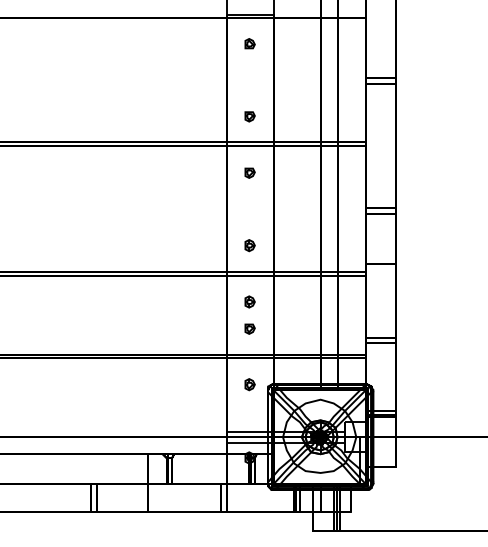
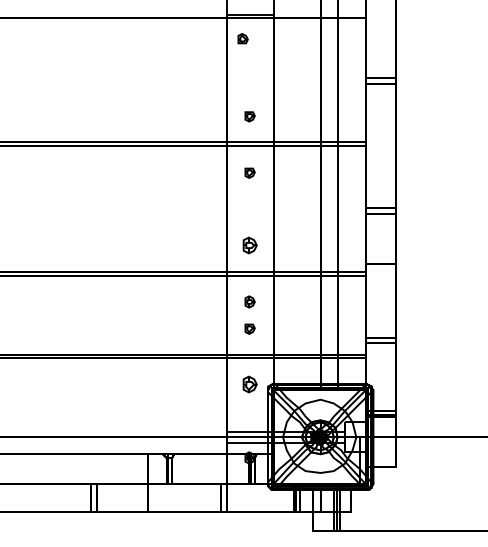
part at (249, 43) position: (249, 43) -> (242, 38)
part at (249, 245) size: 12x14 px -> 16x19 px
part at (249, 384) size: 12x14 px -> 16x19 px
